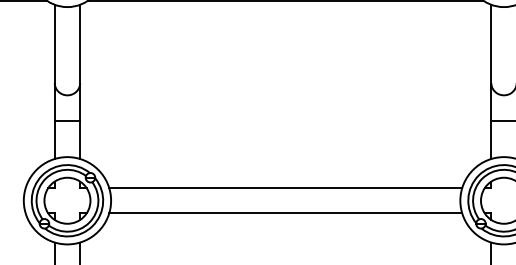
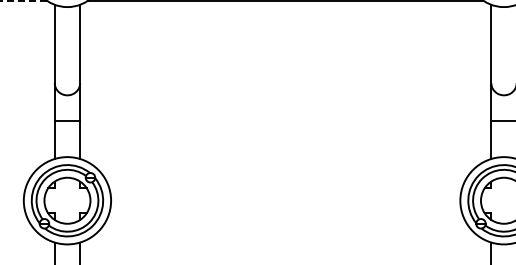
line at (23, 0): solid -> dashed
line at (285, 188): present -> none
line at (285, 213): present -> none
